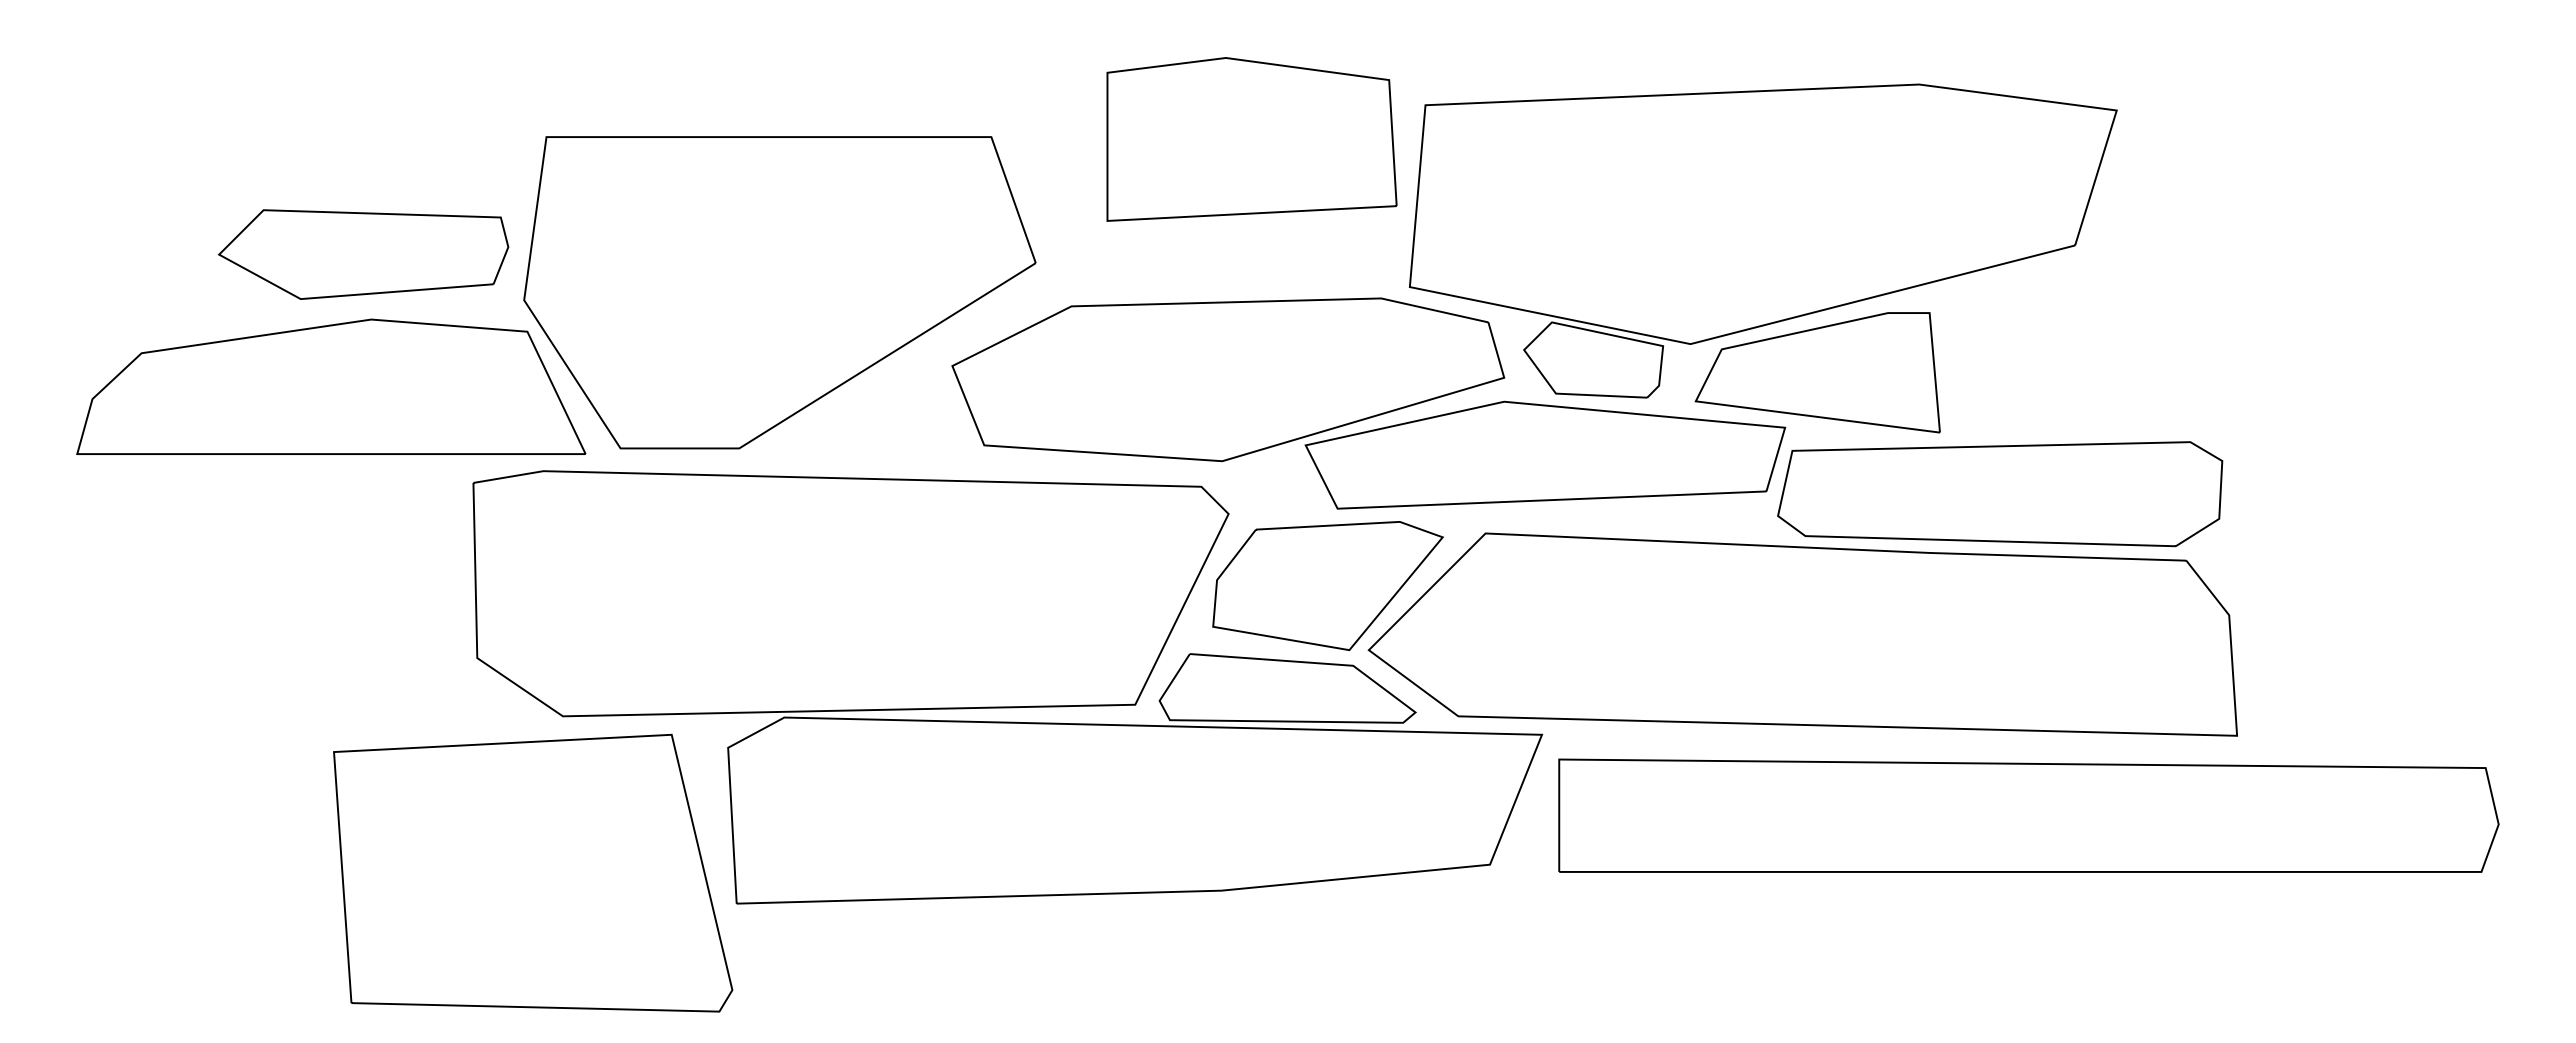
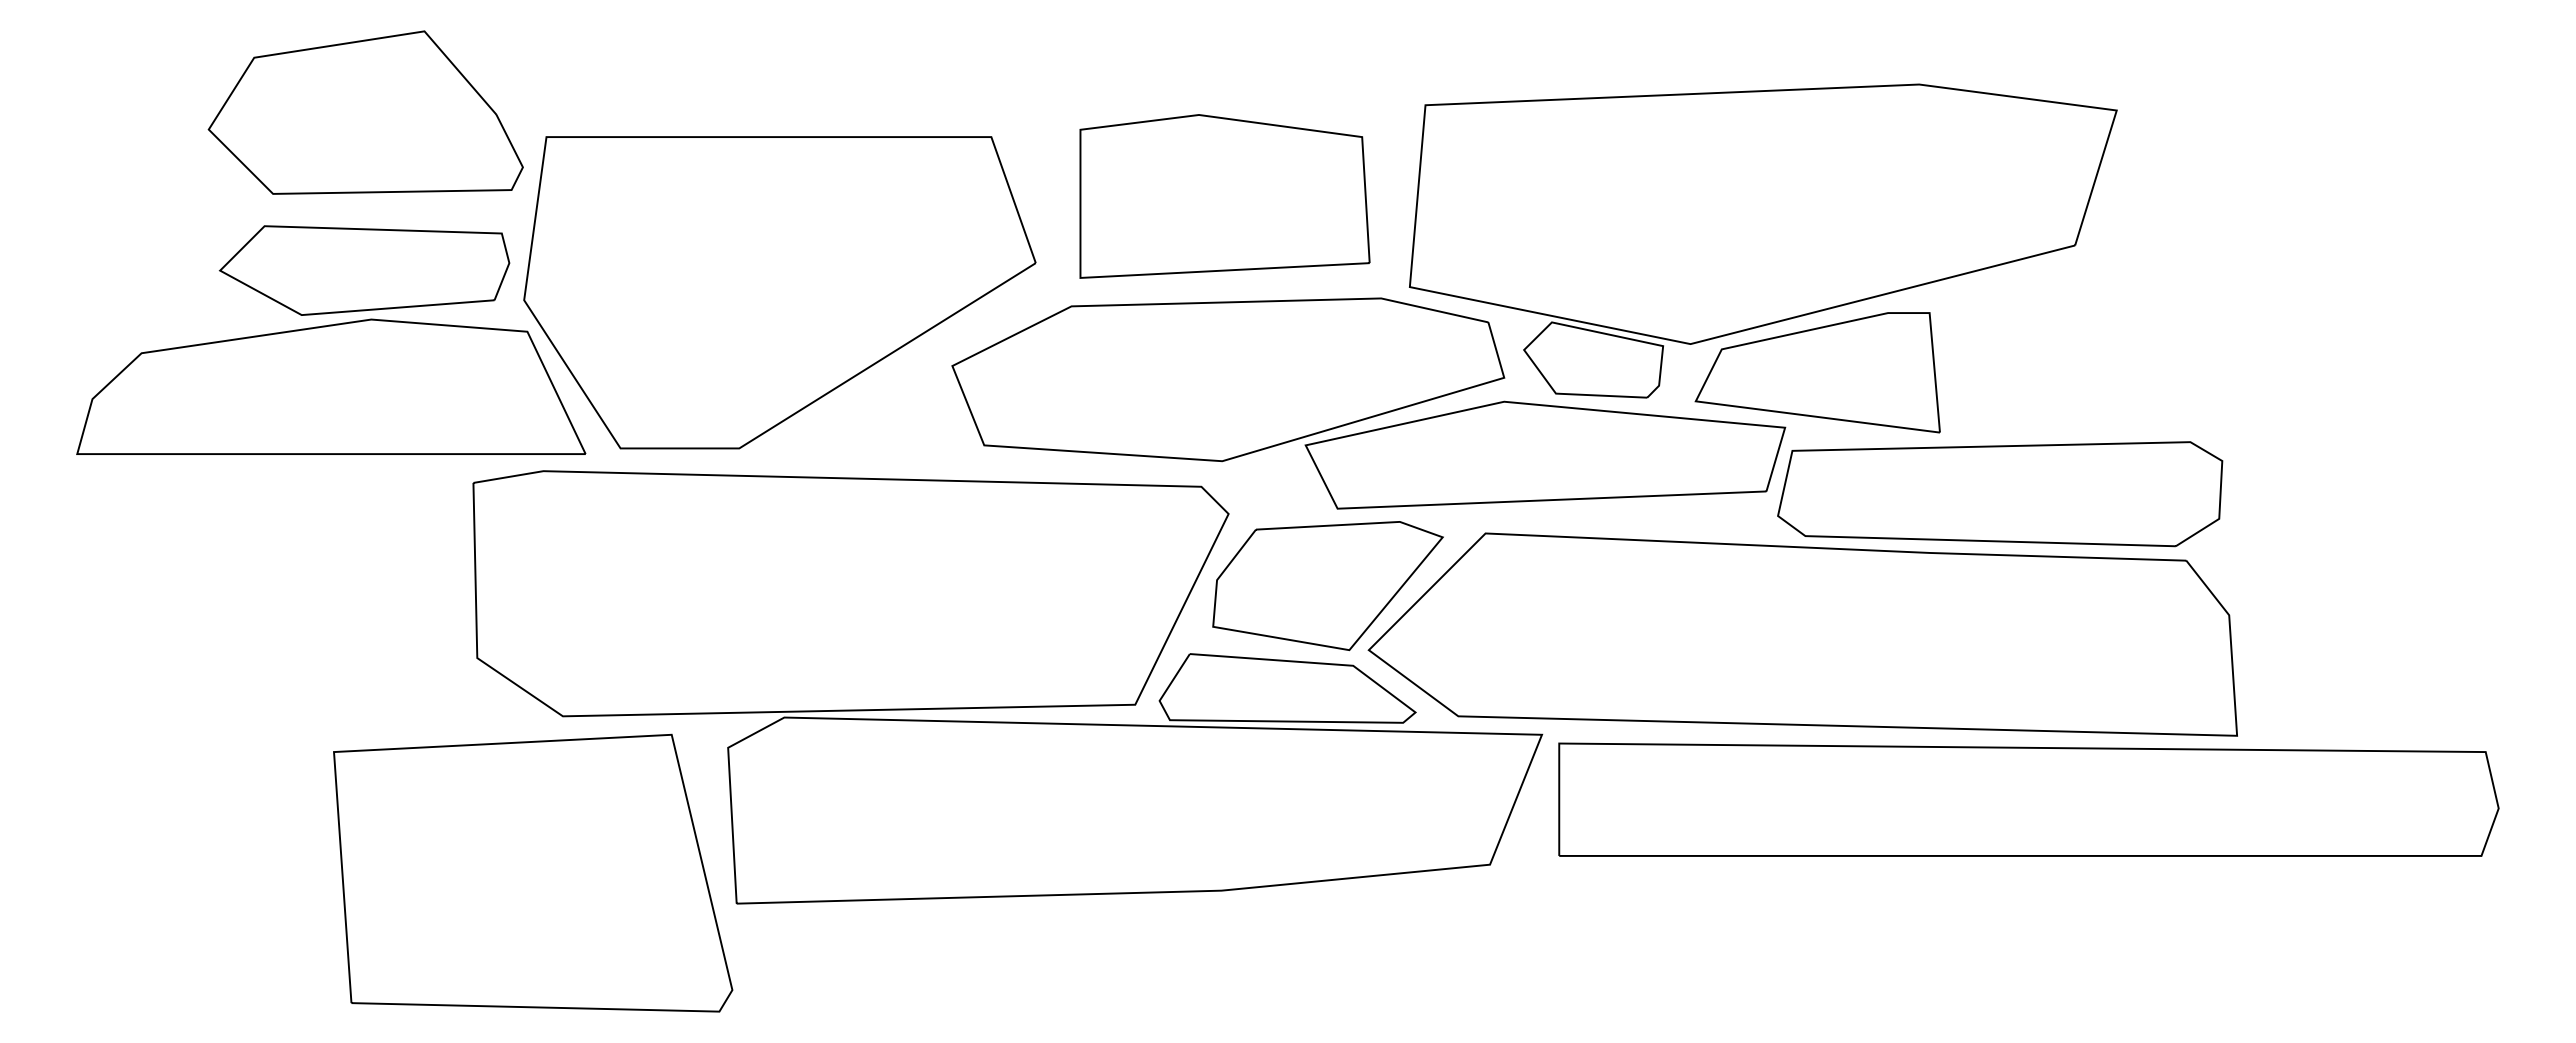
part at (365, 112): none -> present
part at (1251, 139) position: (1251, 139) -> (1224, 196)
part at (363, 254) position: (363, 254) -> (364, 270)
part at (2028, 815) position: (2028, 815) -> (2028, 799)
